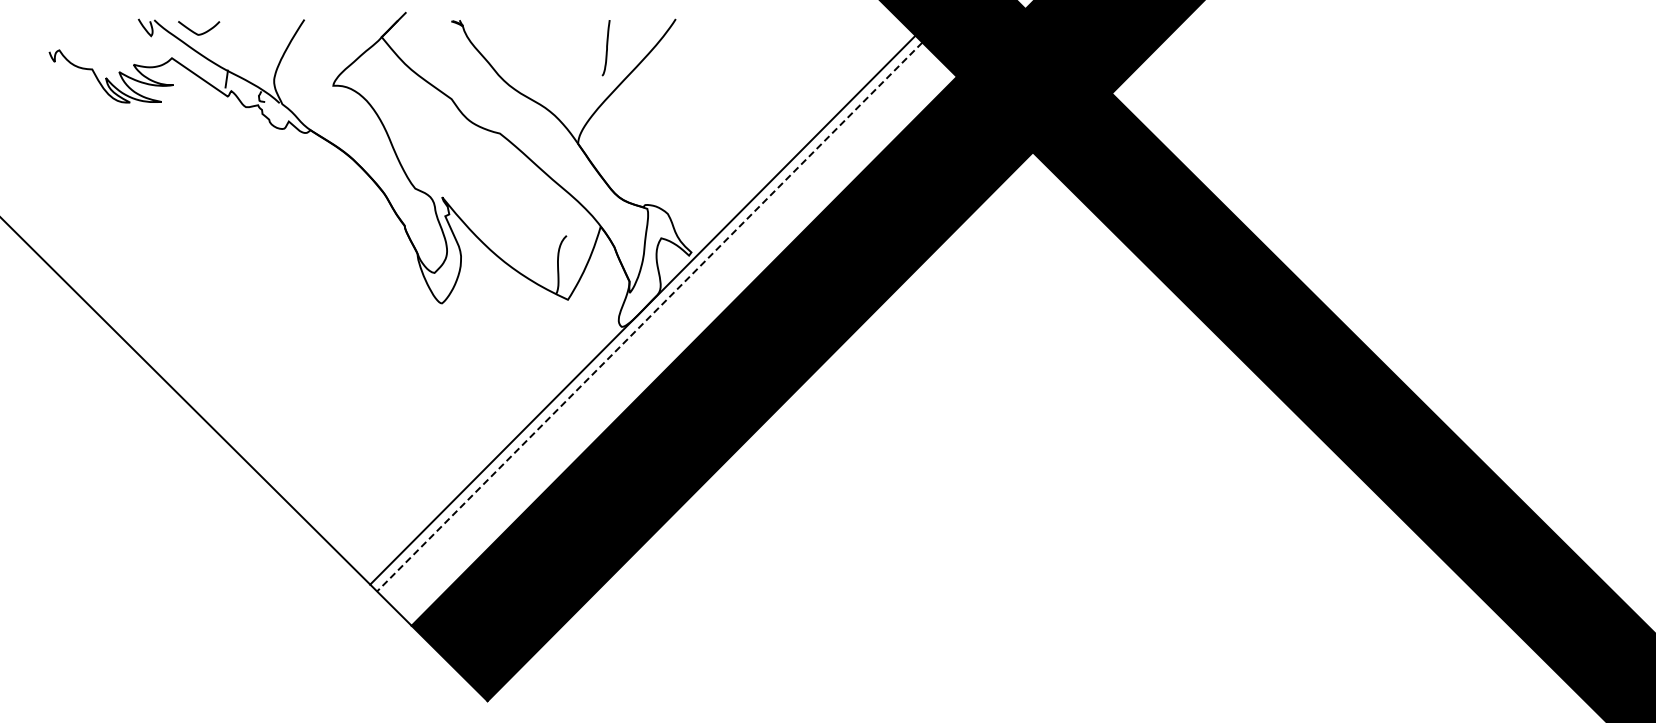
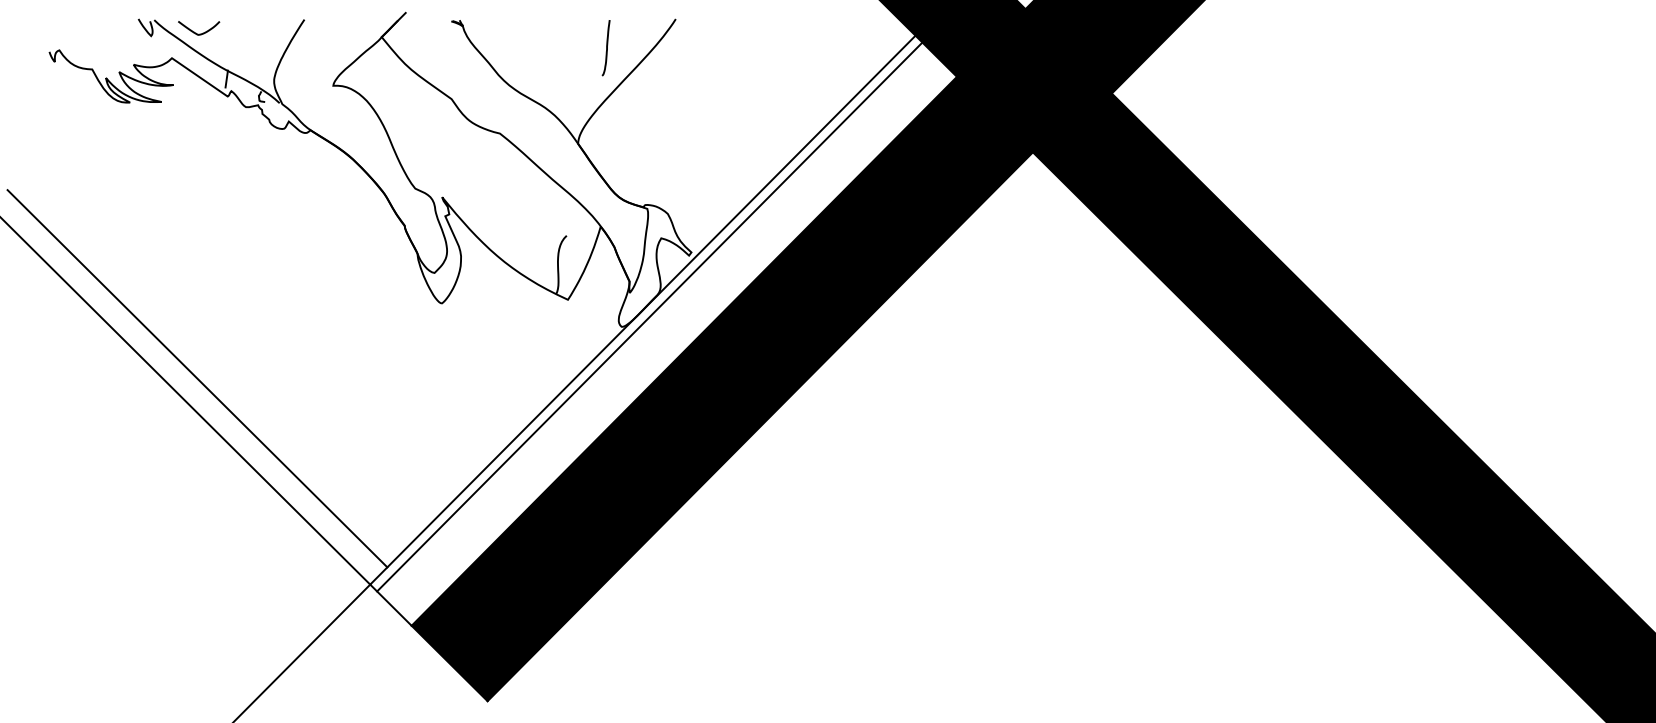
line at (649, 317): dashed -> solid
line at (197, 378): none -> present
line at (303, 651): none -> present
